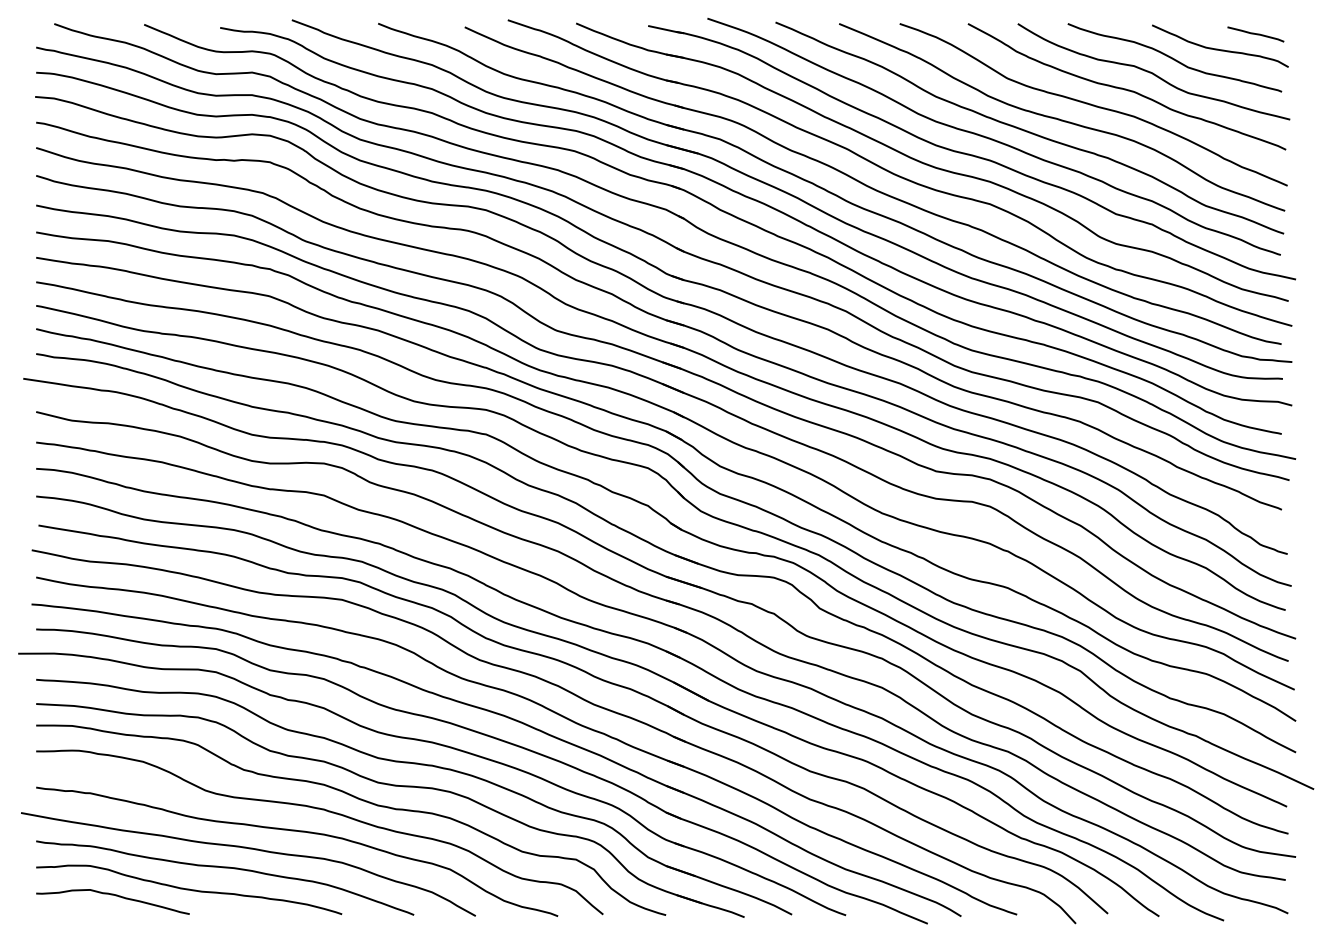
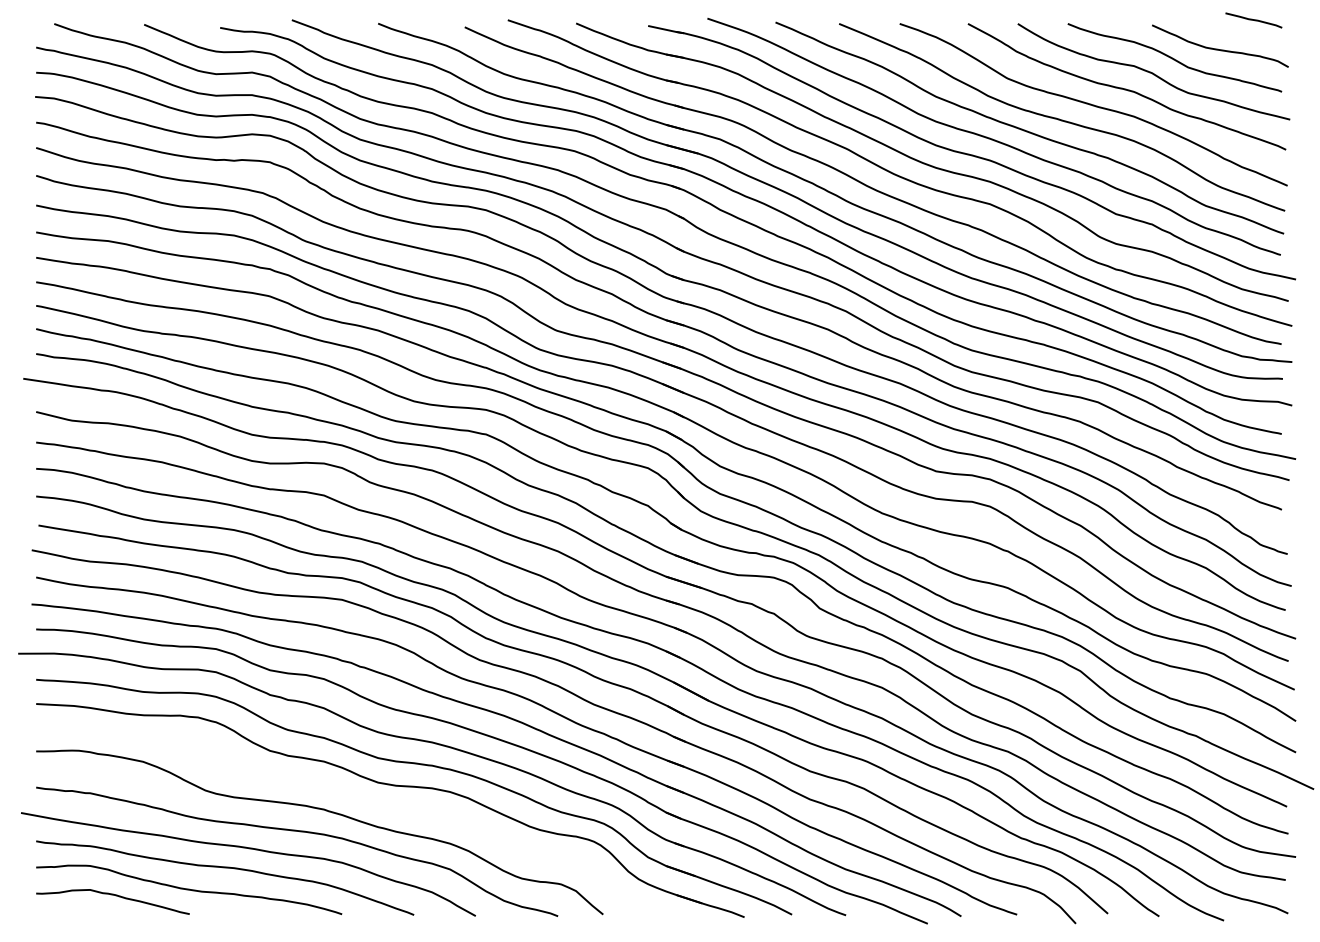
curve at (1255, 34) position: (1255, 34) -> (1253, 20)
curve at (357, 799): present -> none
